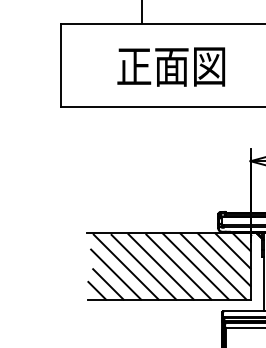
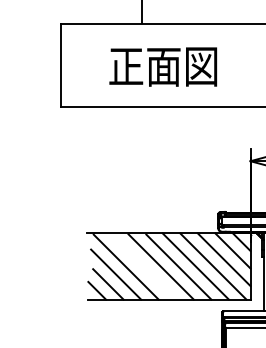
text at (171, 66) position: (171, 66) -> (163, 66)
line at (143, 266): present -> none
